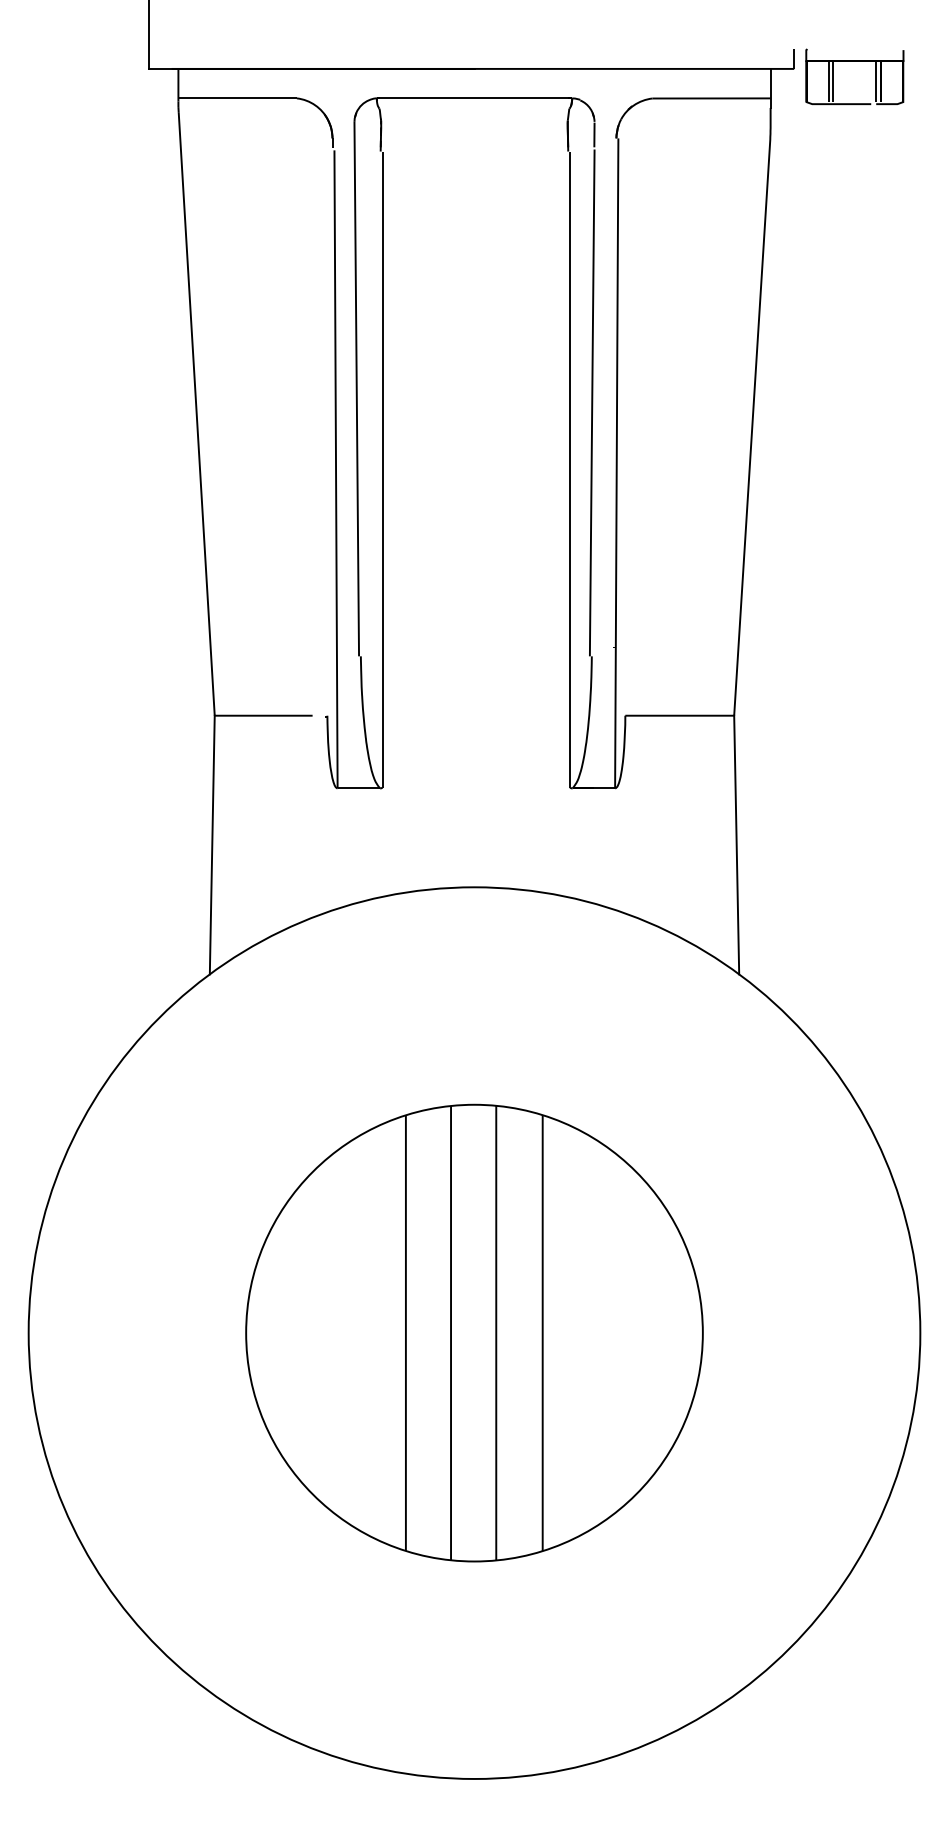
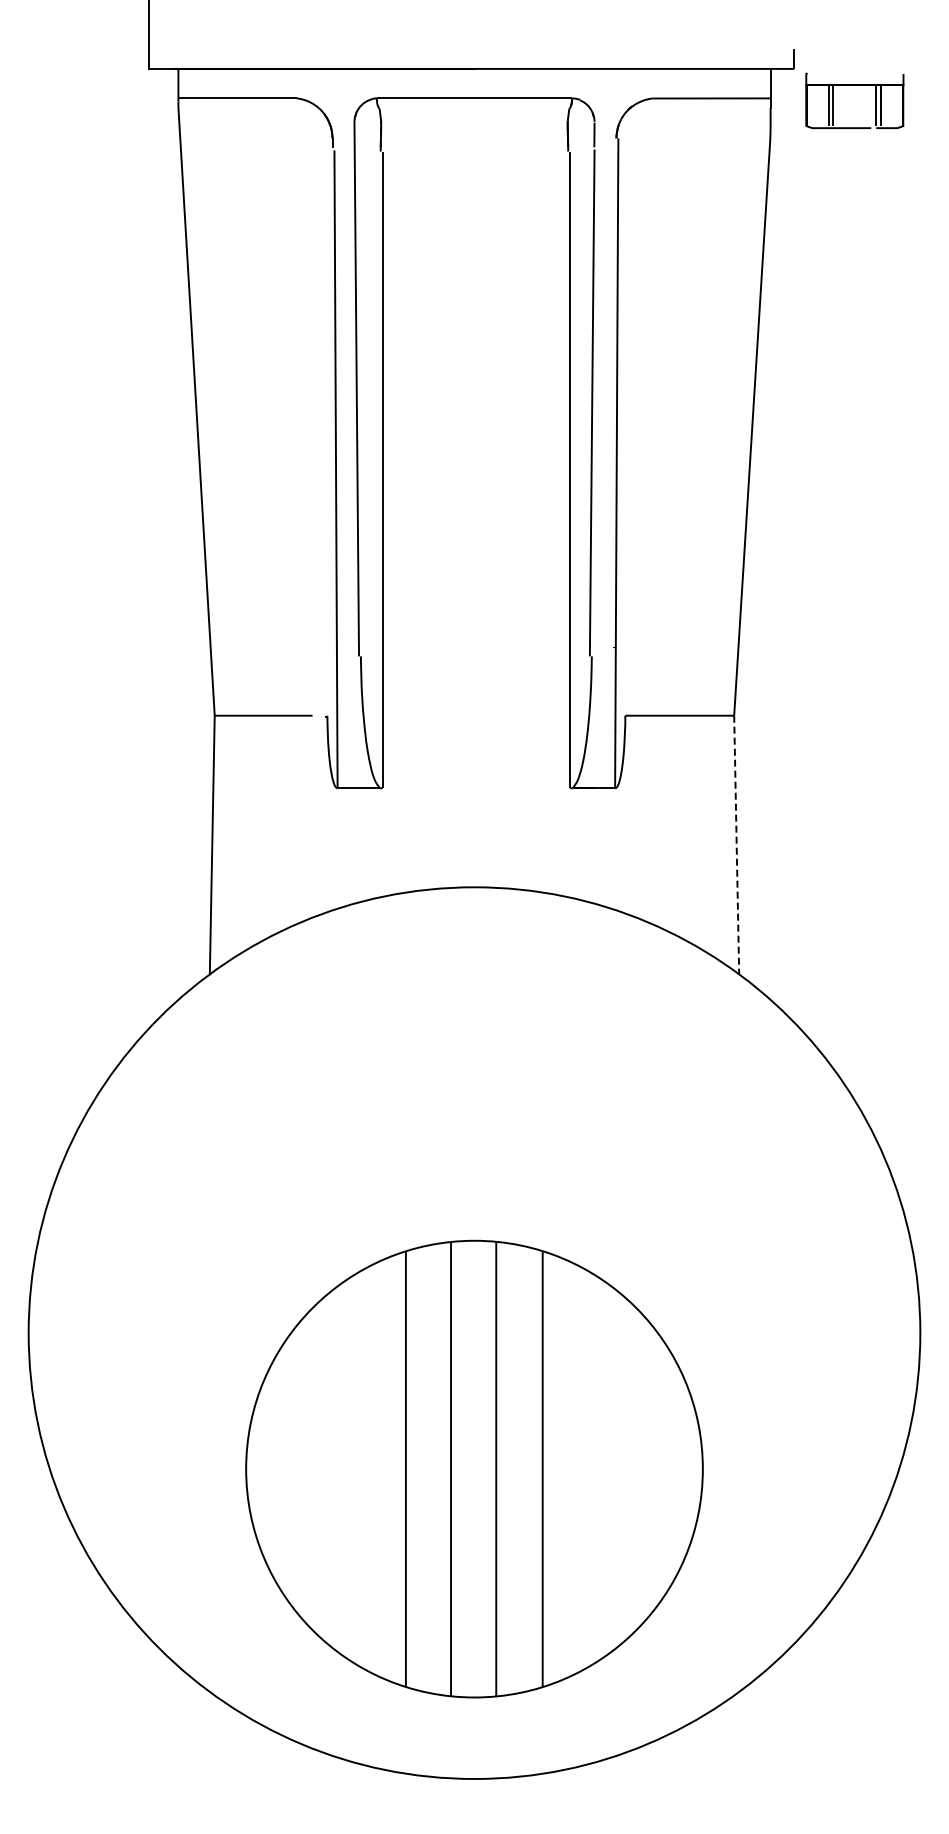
part at (854, 61) position: (854, 61) -> (854, 85)
line at (736, 845): solid -> dashed
part at (474, 1332) position: (474, 1332) -> (474, 1468)
